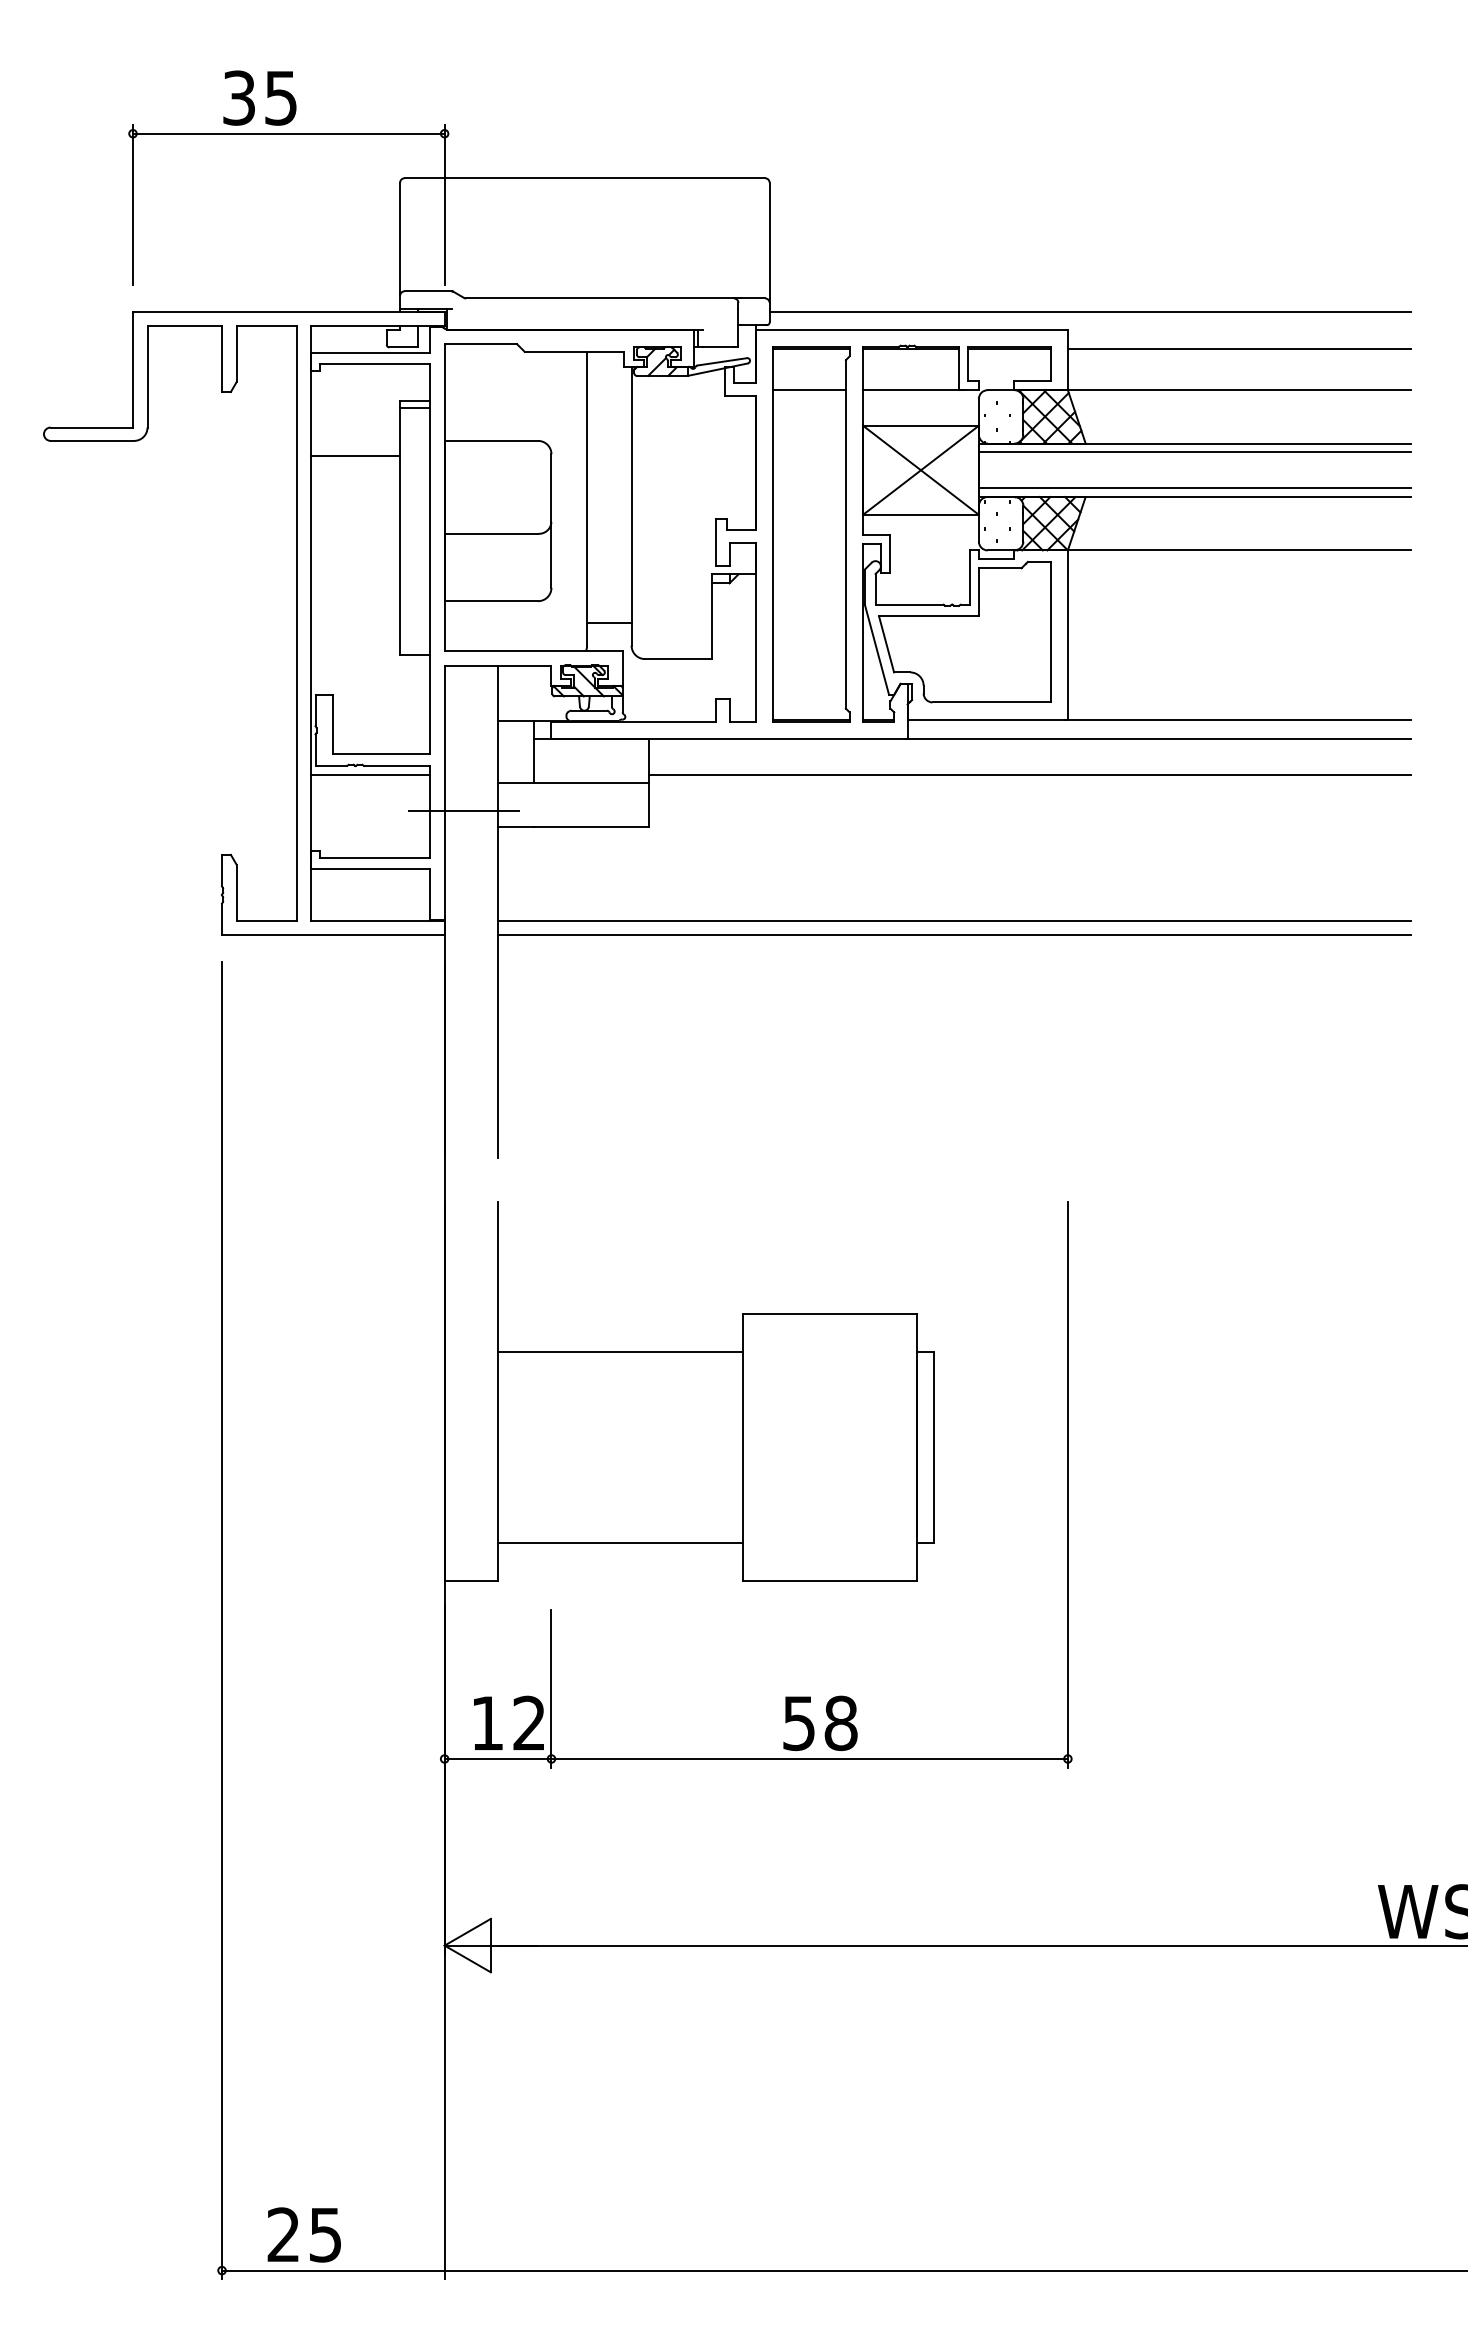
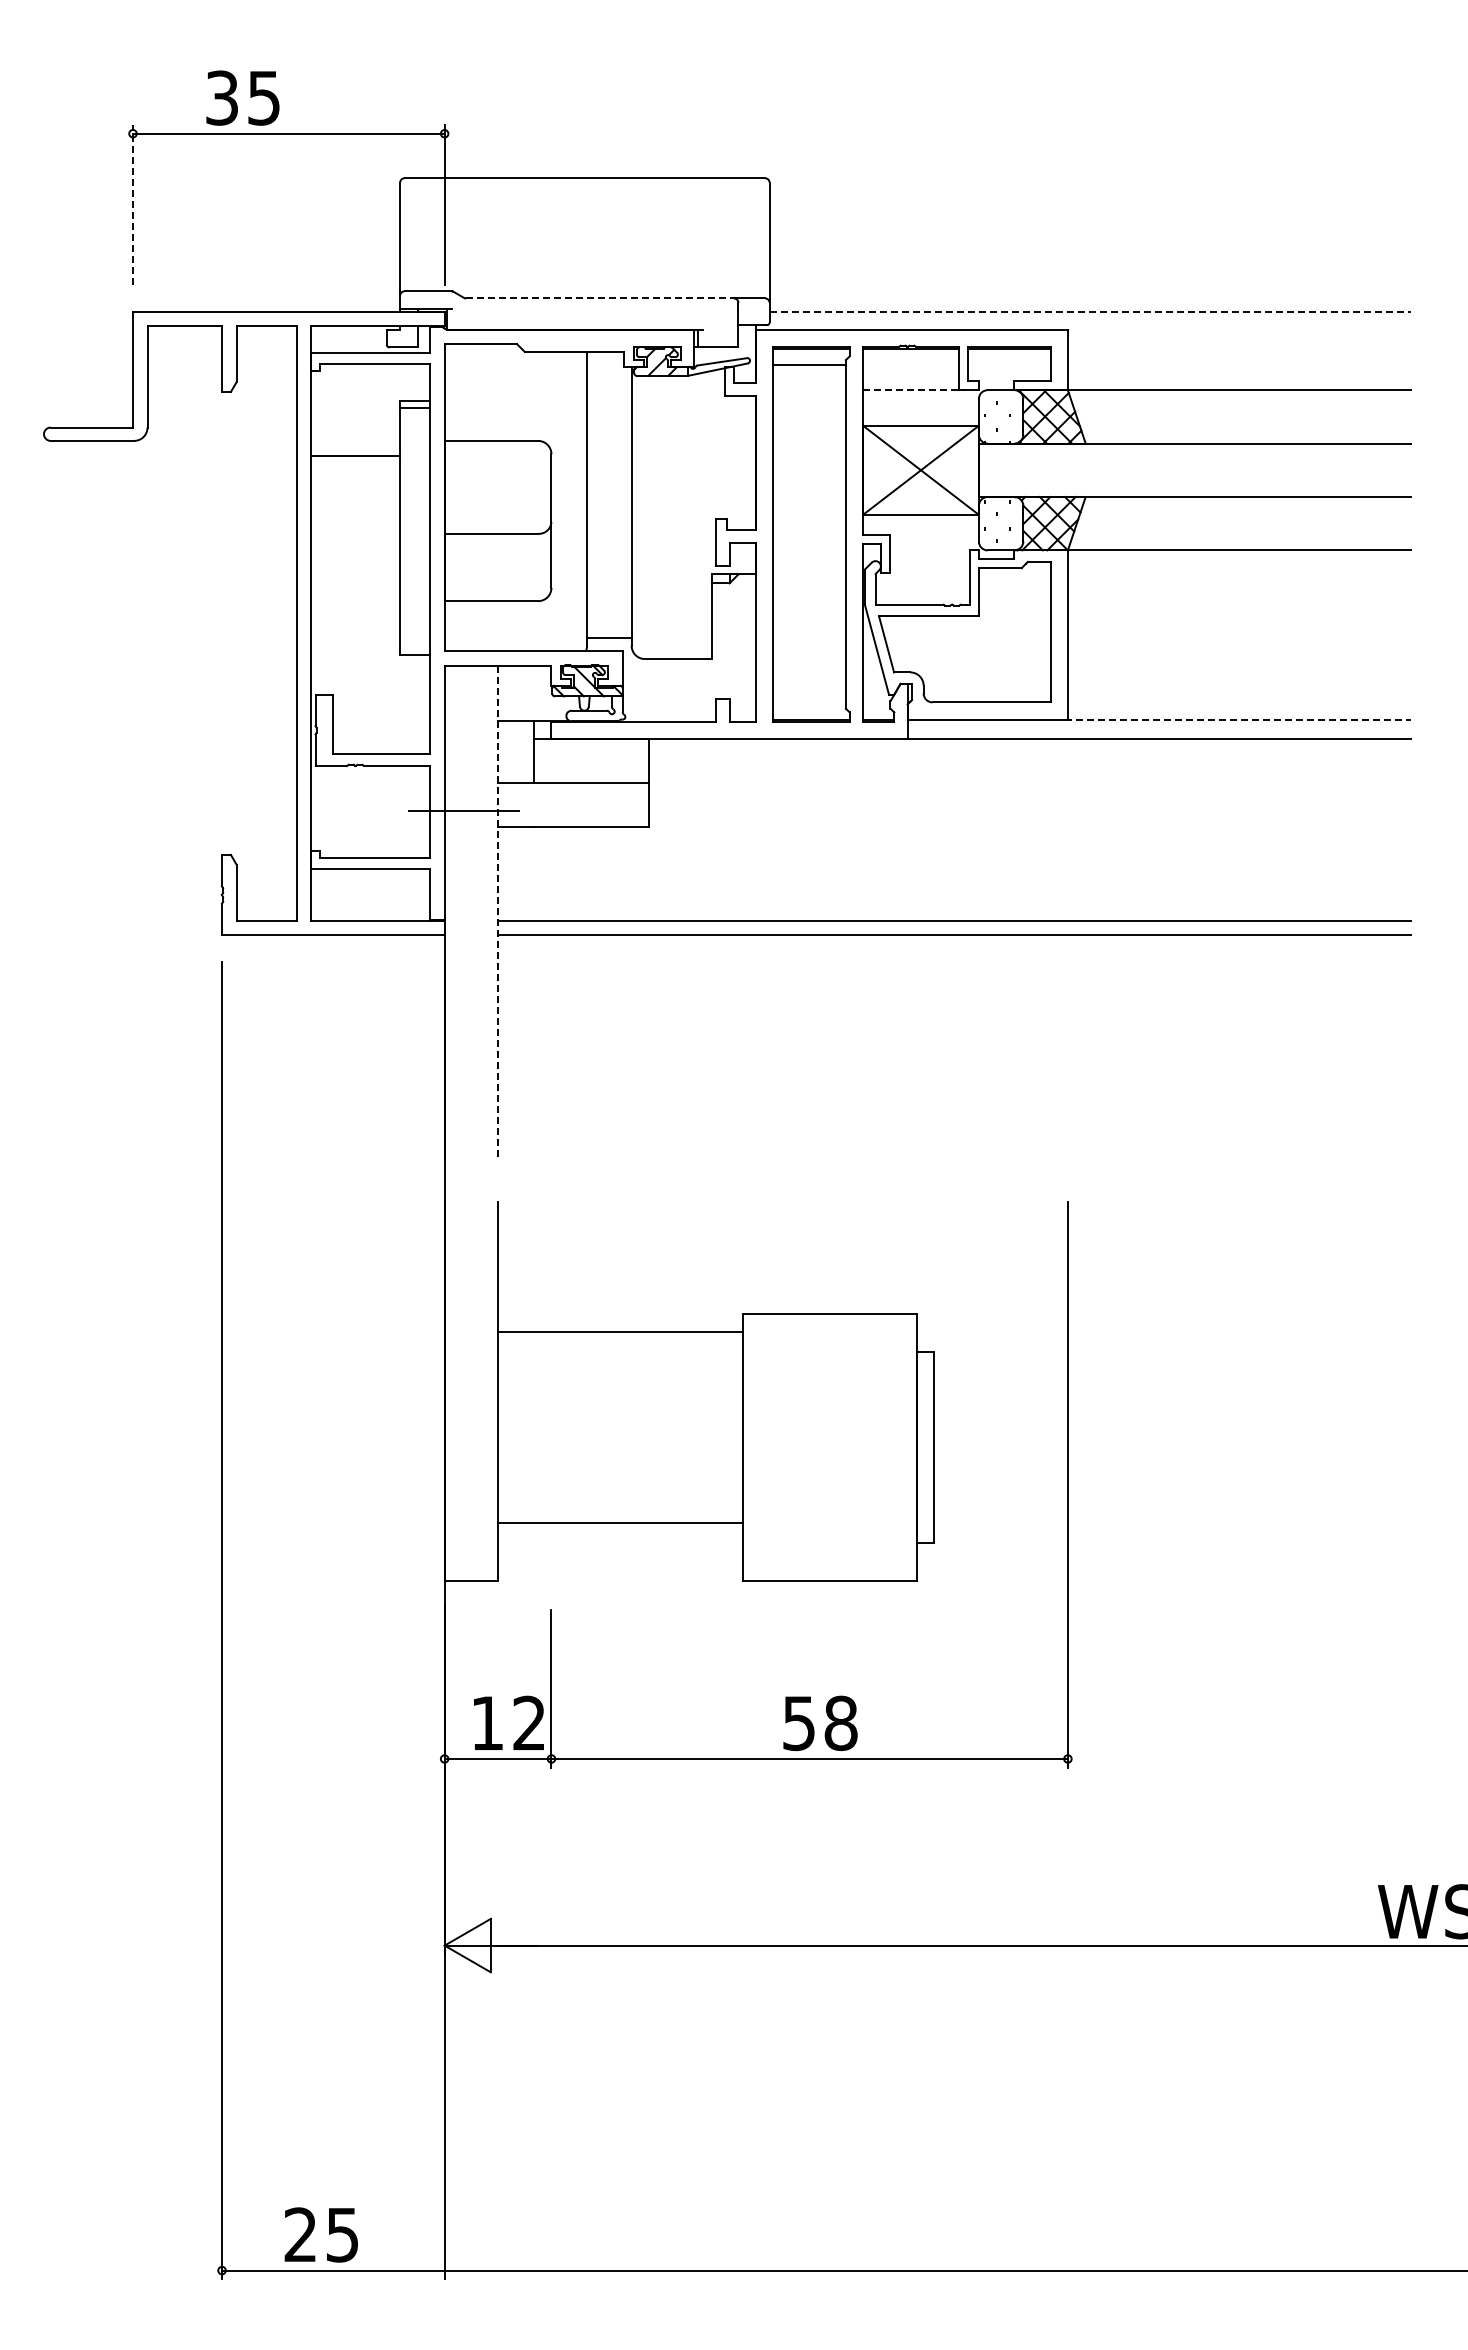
text at (259, 97) position: (259, 97) -> (242, 97)
line at (133, 204): solid -> dashed
line at (600, 298): solid -> dashed
line at (1090, 311): solid -> dashed
line at (1238, 349): present -> none
line at (809, 390) position: (809, 390) -> (809, 365)
line at (914, 390): solid -> dashed
line at (1194, 452): present -> none
line at (1194, 488): present -> none
line at (609, 623) position: (609, 623) -> (609, 638)
line at (1237, 719): solid -> dashed
line at (370, 774): present -> none
line at (1029, 774): present -> none
line at (498, 912): solid -> dashed
line at (620, 1351) position: (620, 1351) -> (620, 1331)
line at (620, 1543) position: (620, 1543) -> (620, 1523)
text at (303, 2234) position: (303, 2234) -> (320, 2234)
